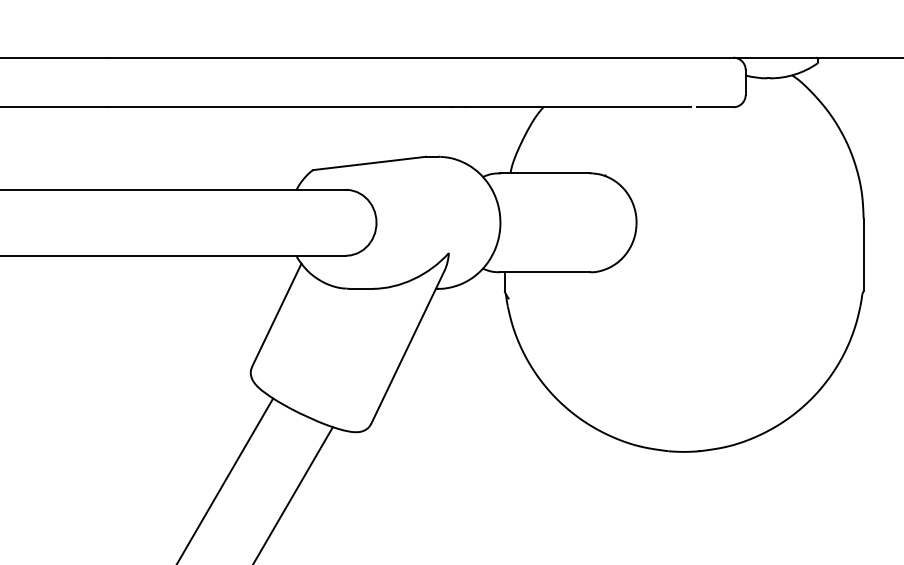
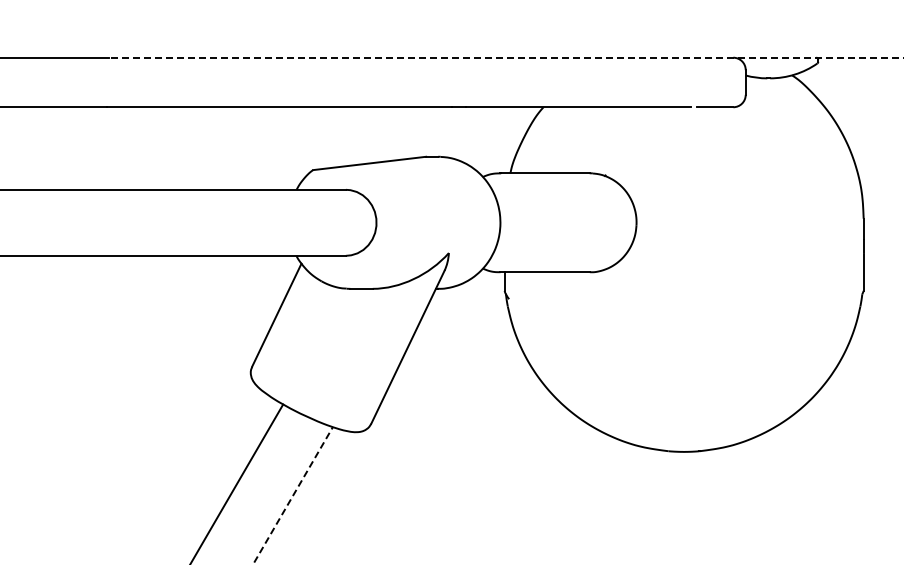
line at (506, 57): solid -> dashed
line at (225, 479) position: (225, 479) -> (237, 482)
line at (293, 495): solid -> dashed
